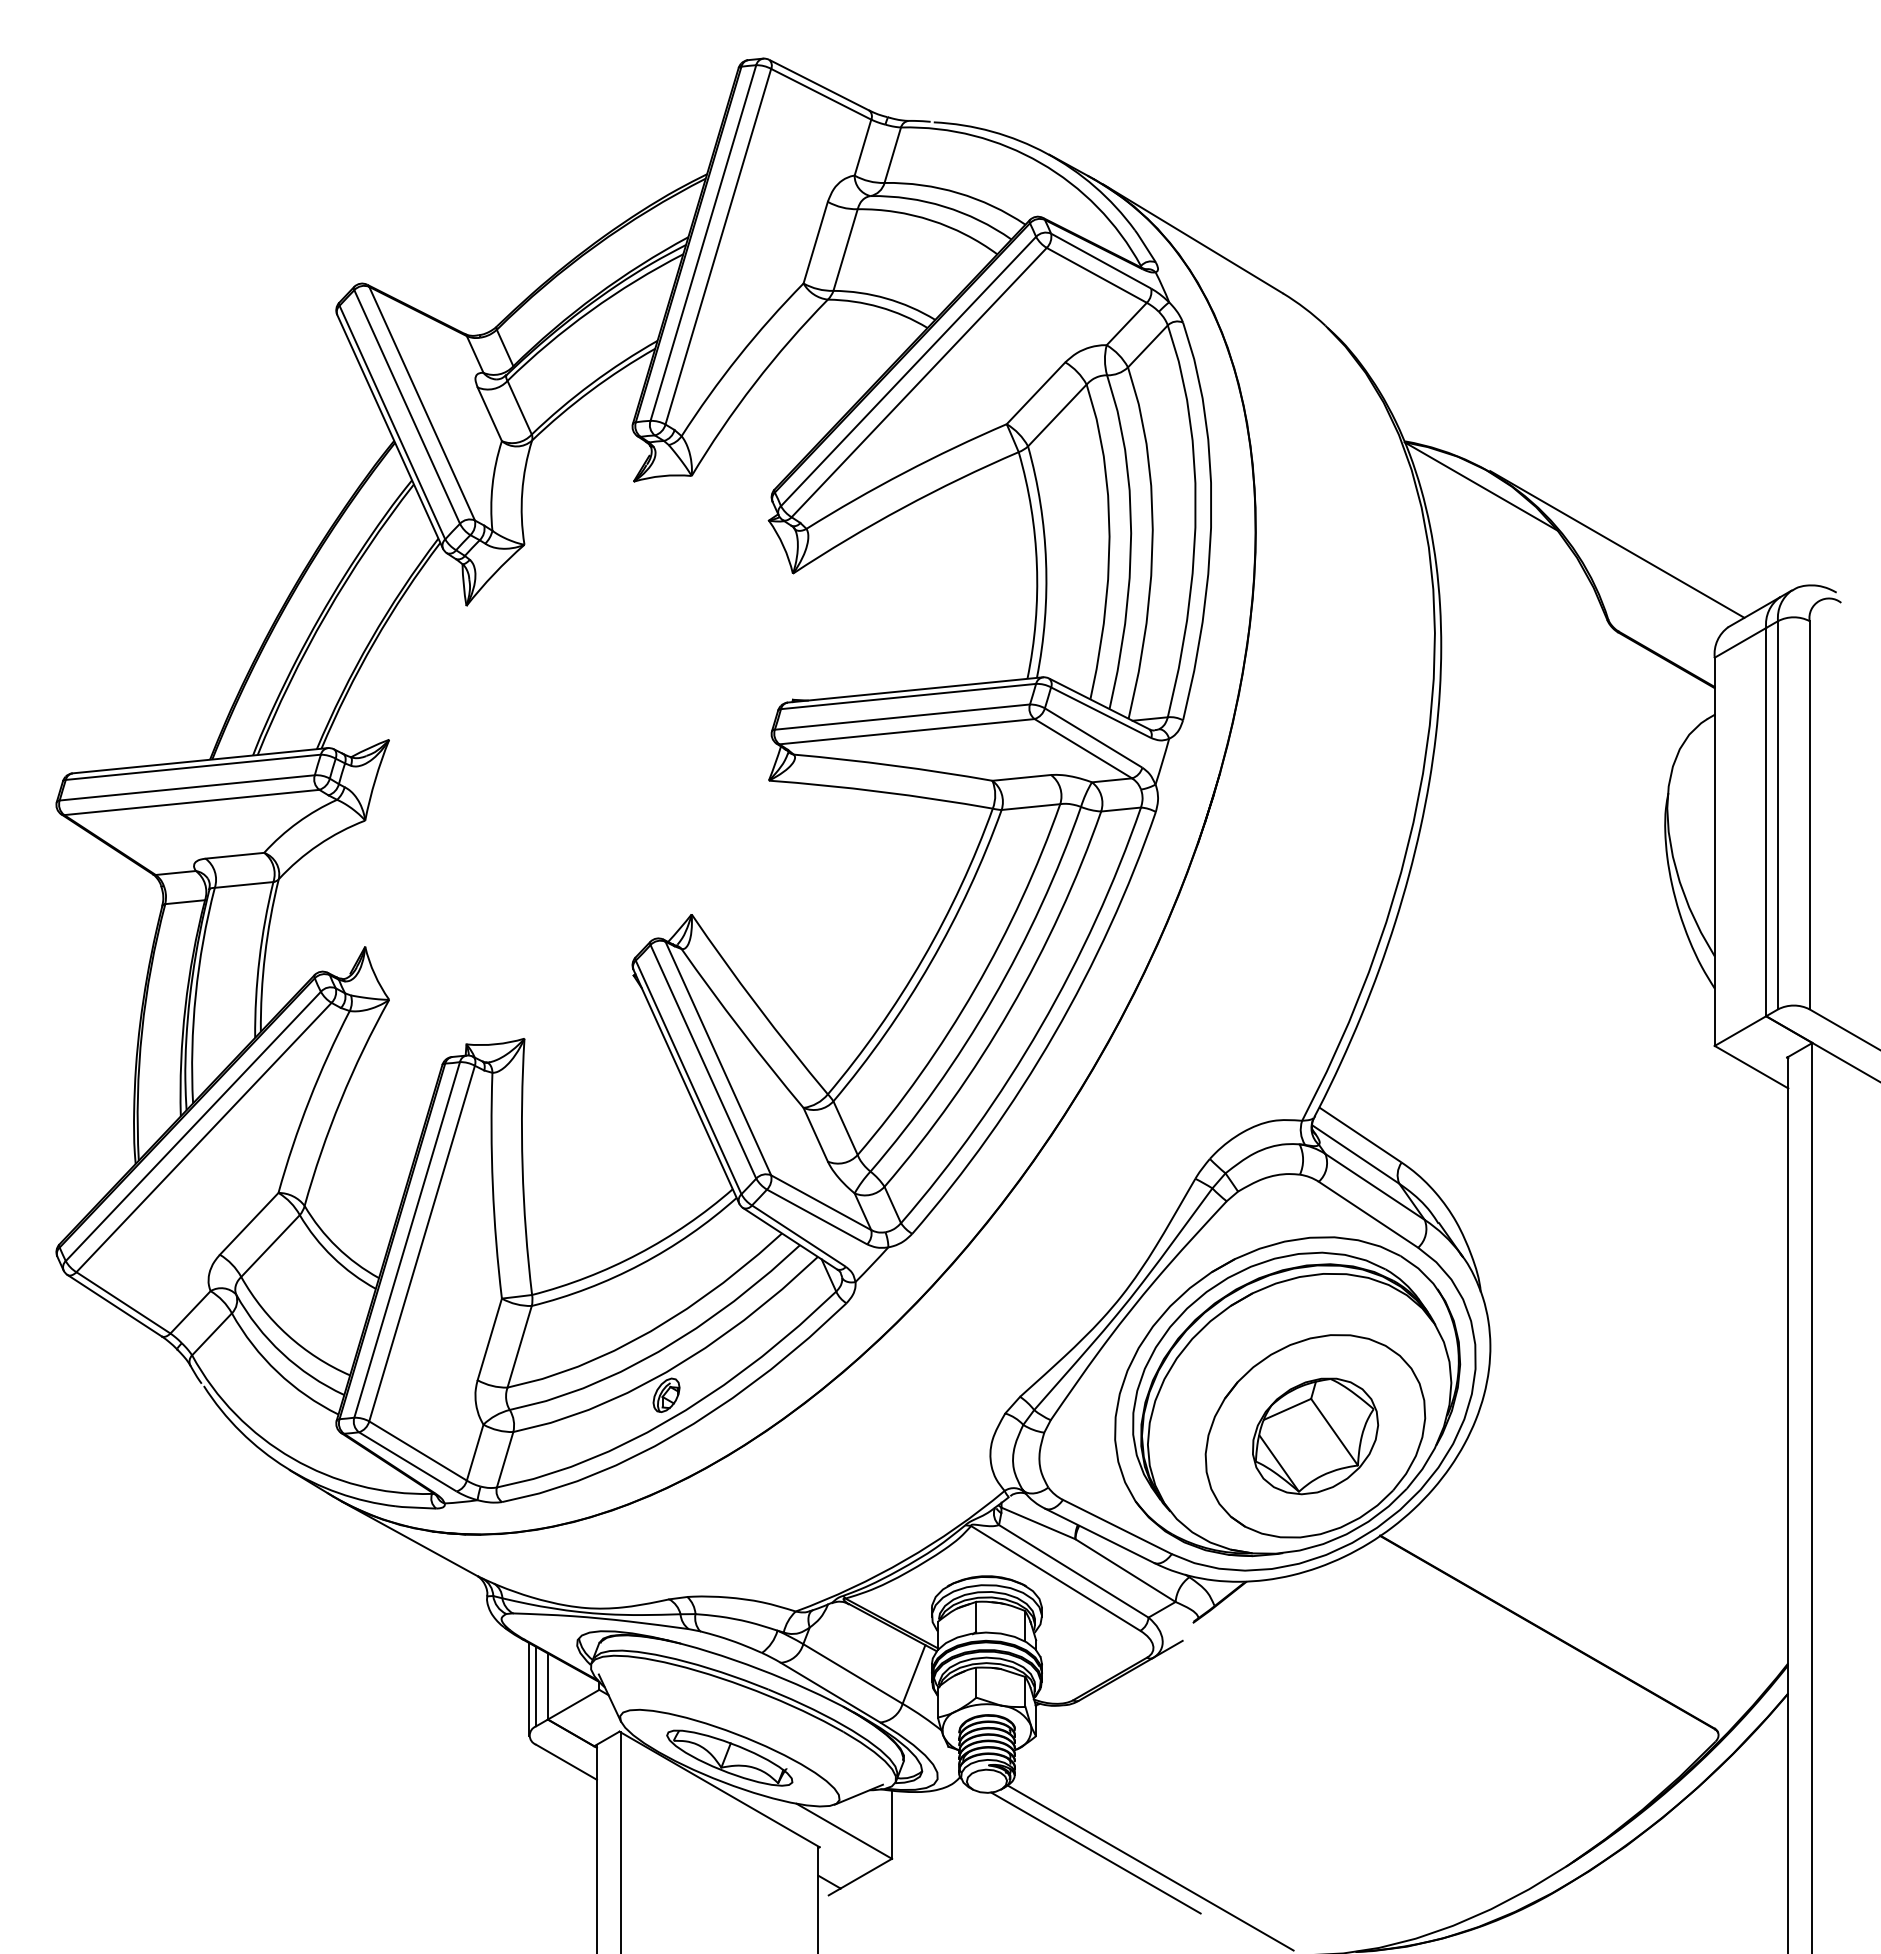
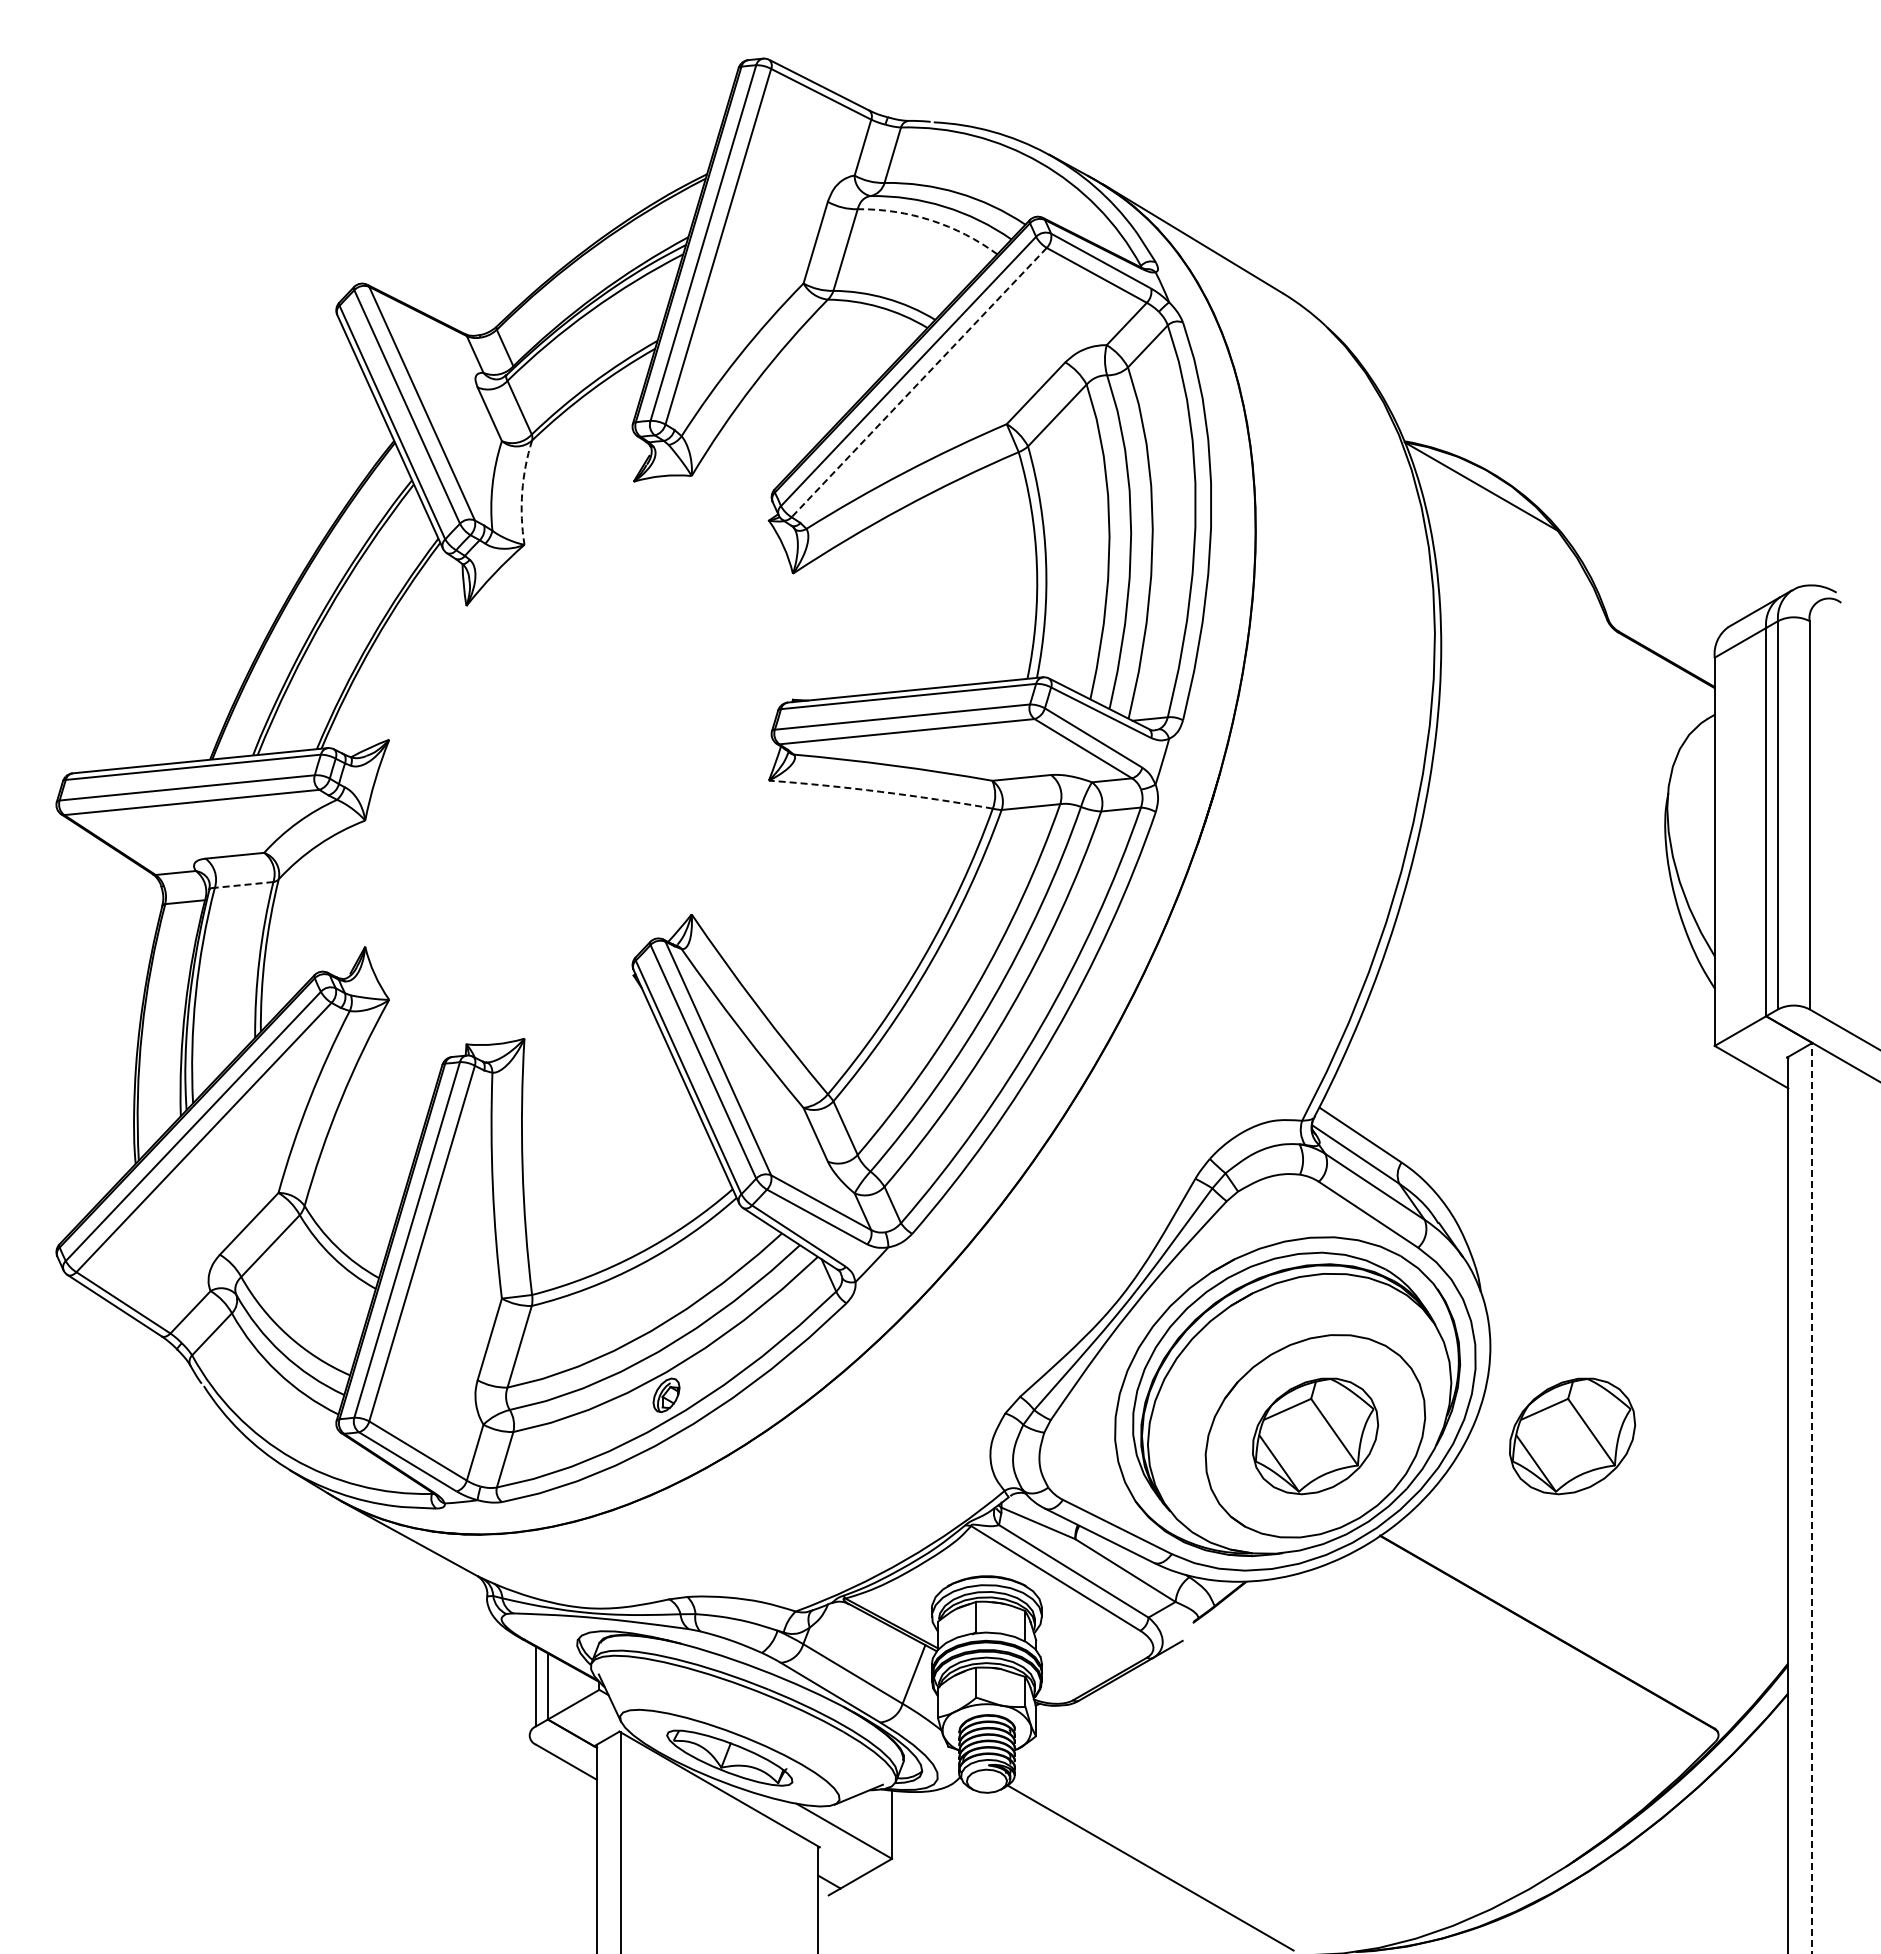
arc at (931, 220): solid -> dashed
line at (918, 382): solid -> dashed
arc at (522, 492): solid -> dashed
line at (1617, 544): present -> none
arc at (881, 791): solid -> dashed
line at (243, 885): solid -> dashed
part at (1572, 1436): none -> present
line at (1812, 1498): solid -> dashed
line at (529, 1689): present -> none
line at (1095, 1852): present -> none
